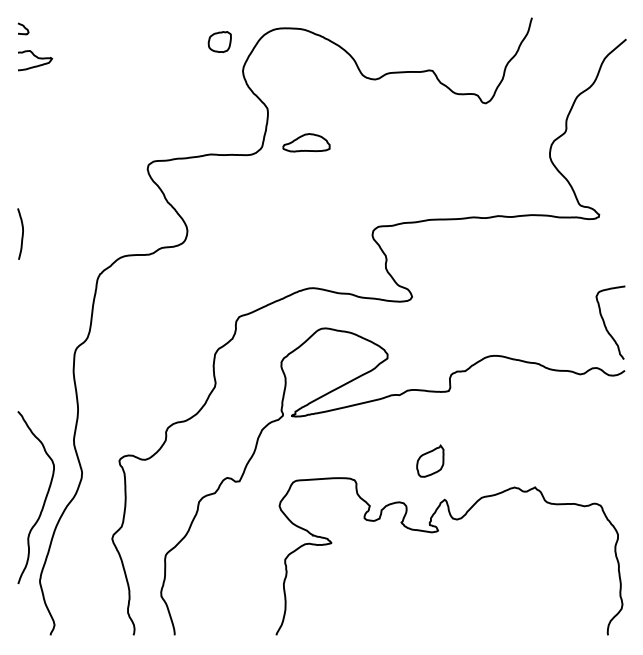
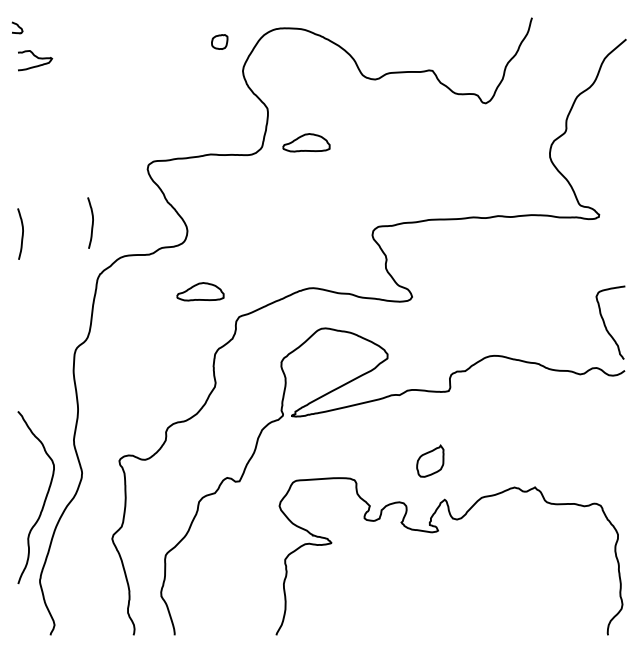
curve at (23, 27) position: (23, 27) -> (17, 26)
part at (219, 41) size: 25x22 px -> 18x16 px
curve at (92, 222): none -> present
part at (200, 291): none -> present
